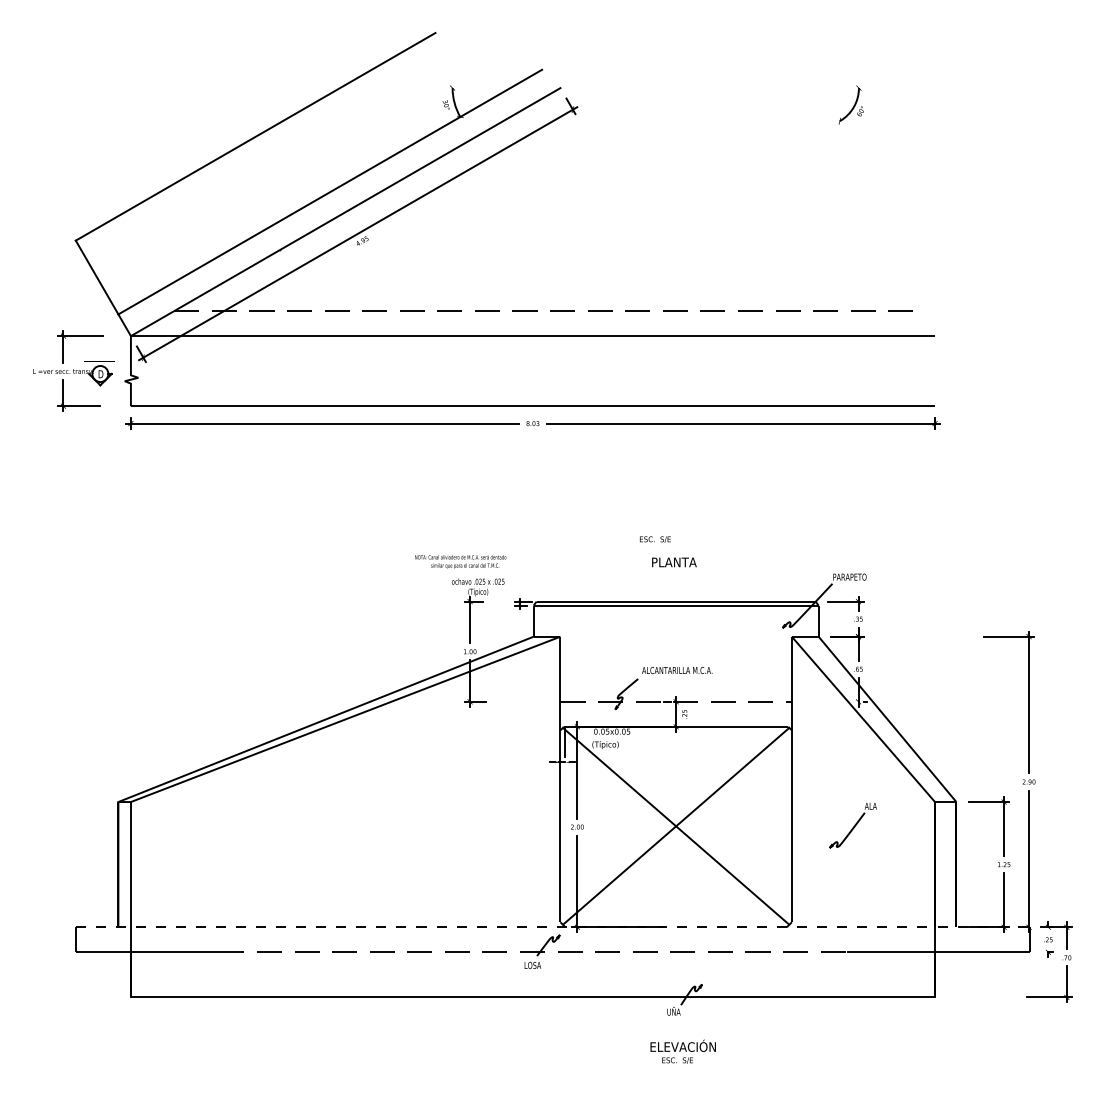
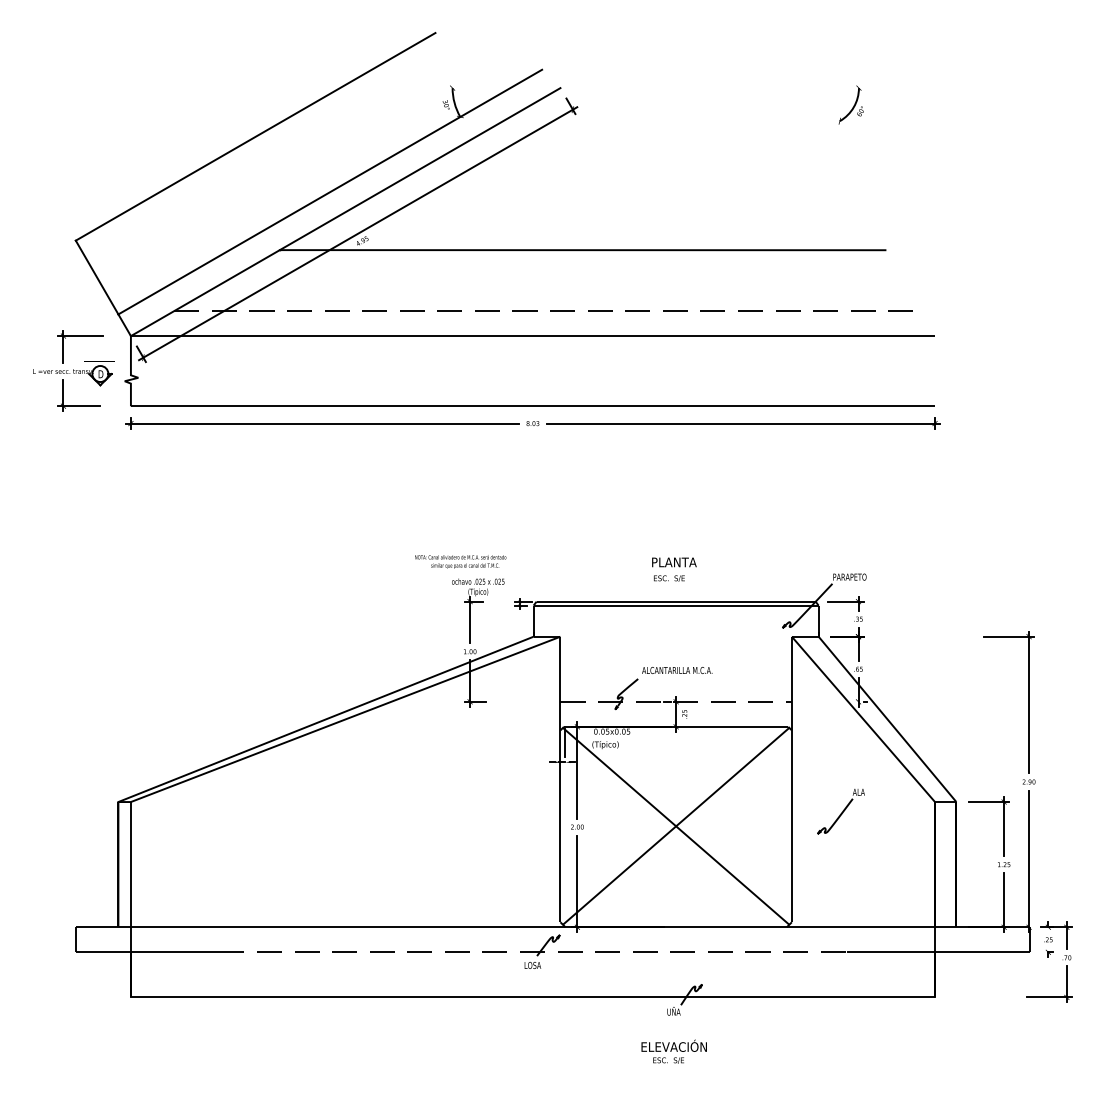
line at (582, 250): none -> present
text at (655, 539) position: (655, 539) -> (669, 578)
part at (852, 825) position: (852, 825) -> (840, 811)
line at (553, 927): dashed -> solid
text at (682, 1051) position: (682, 1051) -> (673, 1051)
